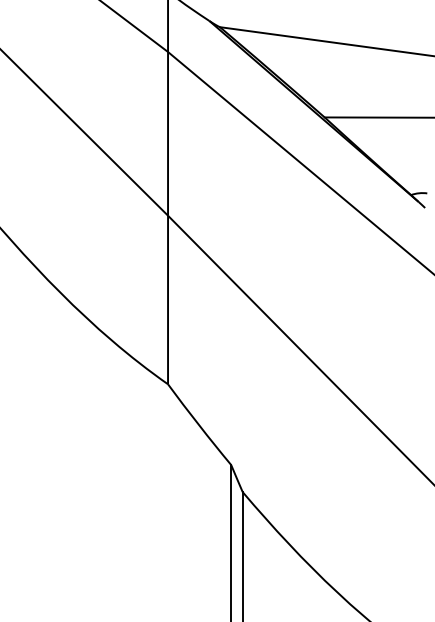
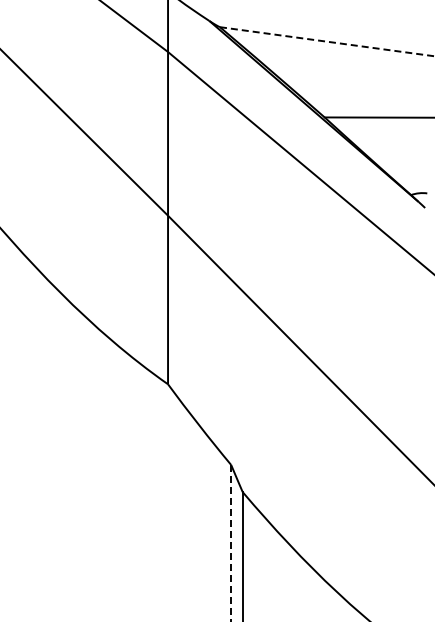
line at (327, 41): solid -> dashed
line at (231, 543): solid -> dashed
